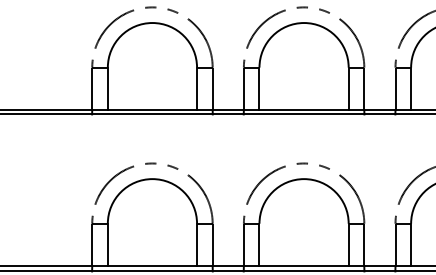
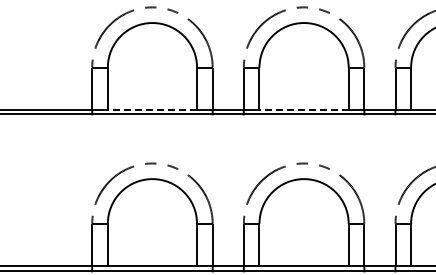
line at (152, 109): solid -> dashed
line at (304, 109): solid -> dashed
